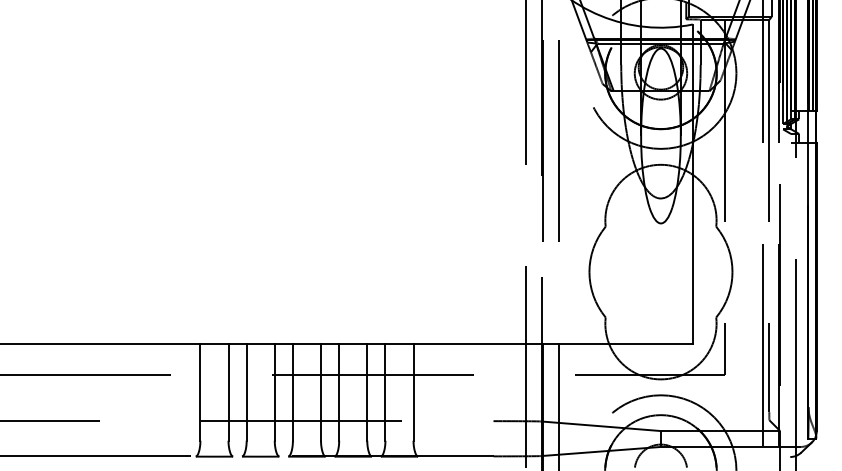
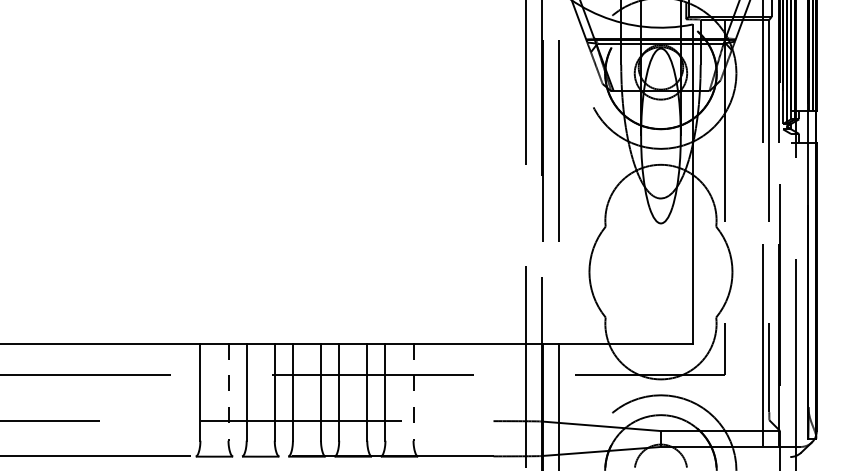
line at (228, 392): solid -> dashed
line at (413, 392): solid -> dashed
